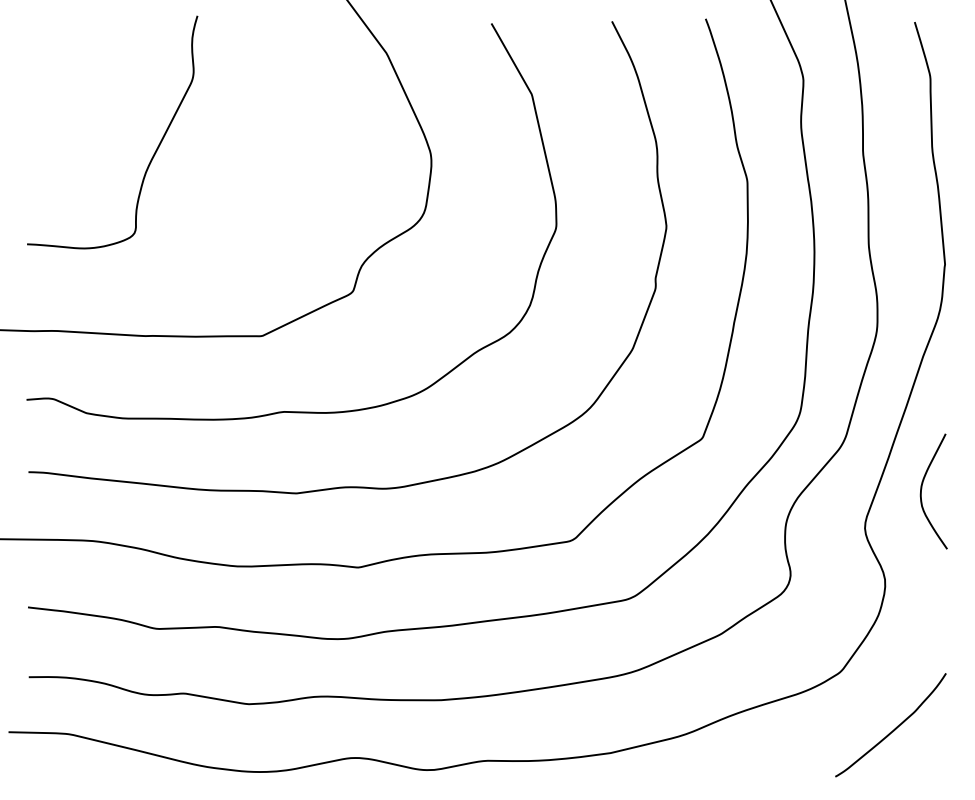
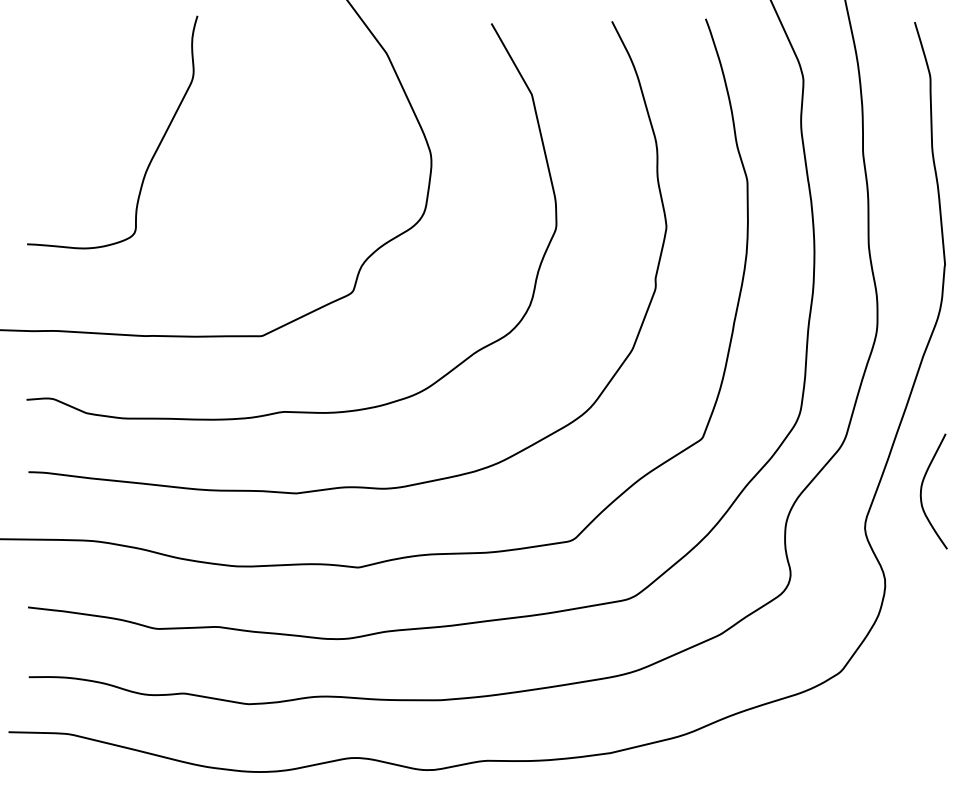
curve at (894, 728): present -> none
